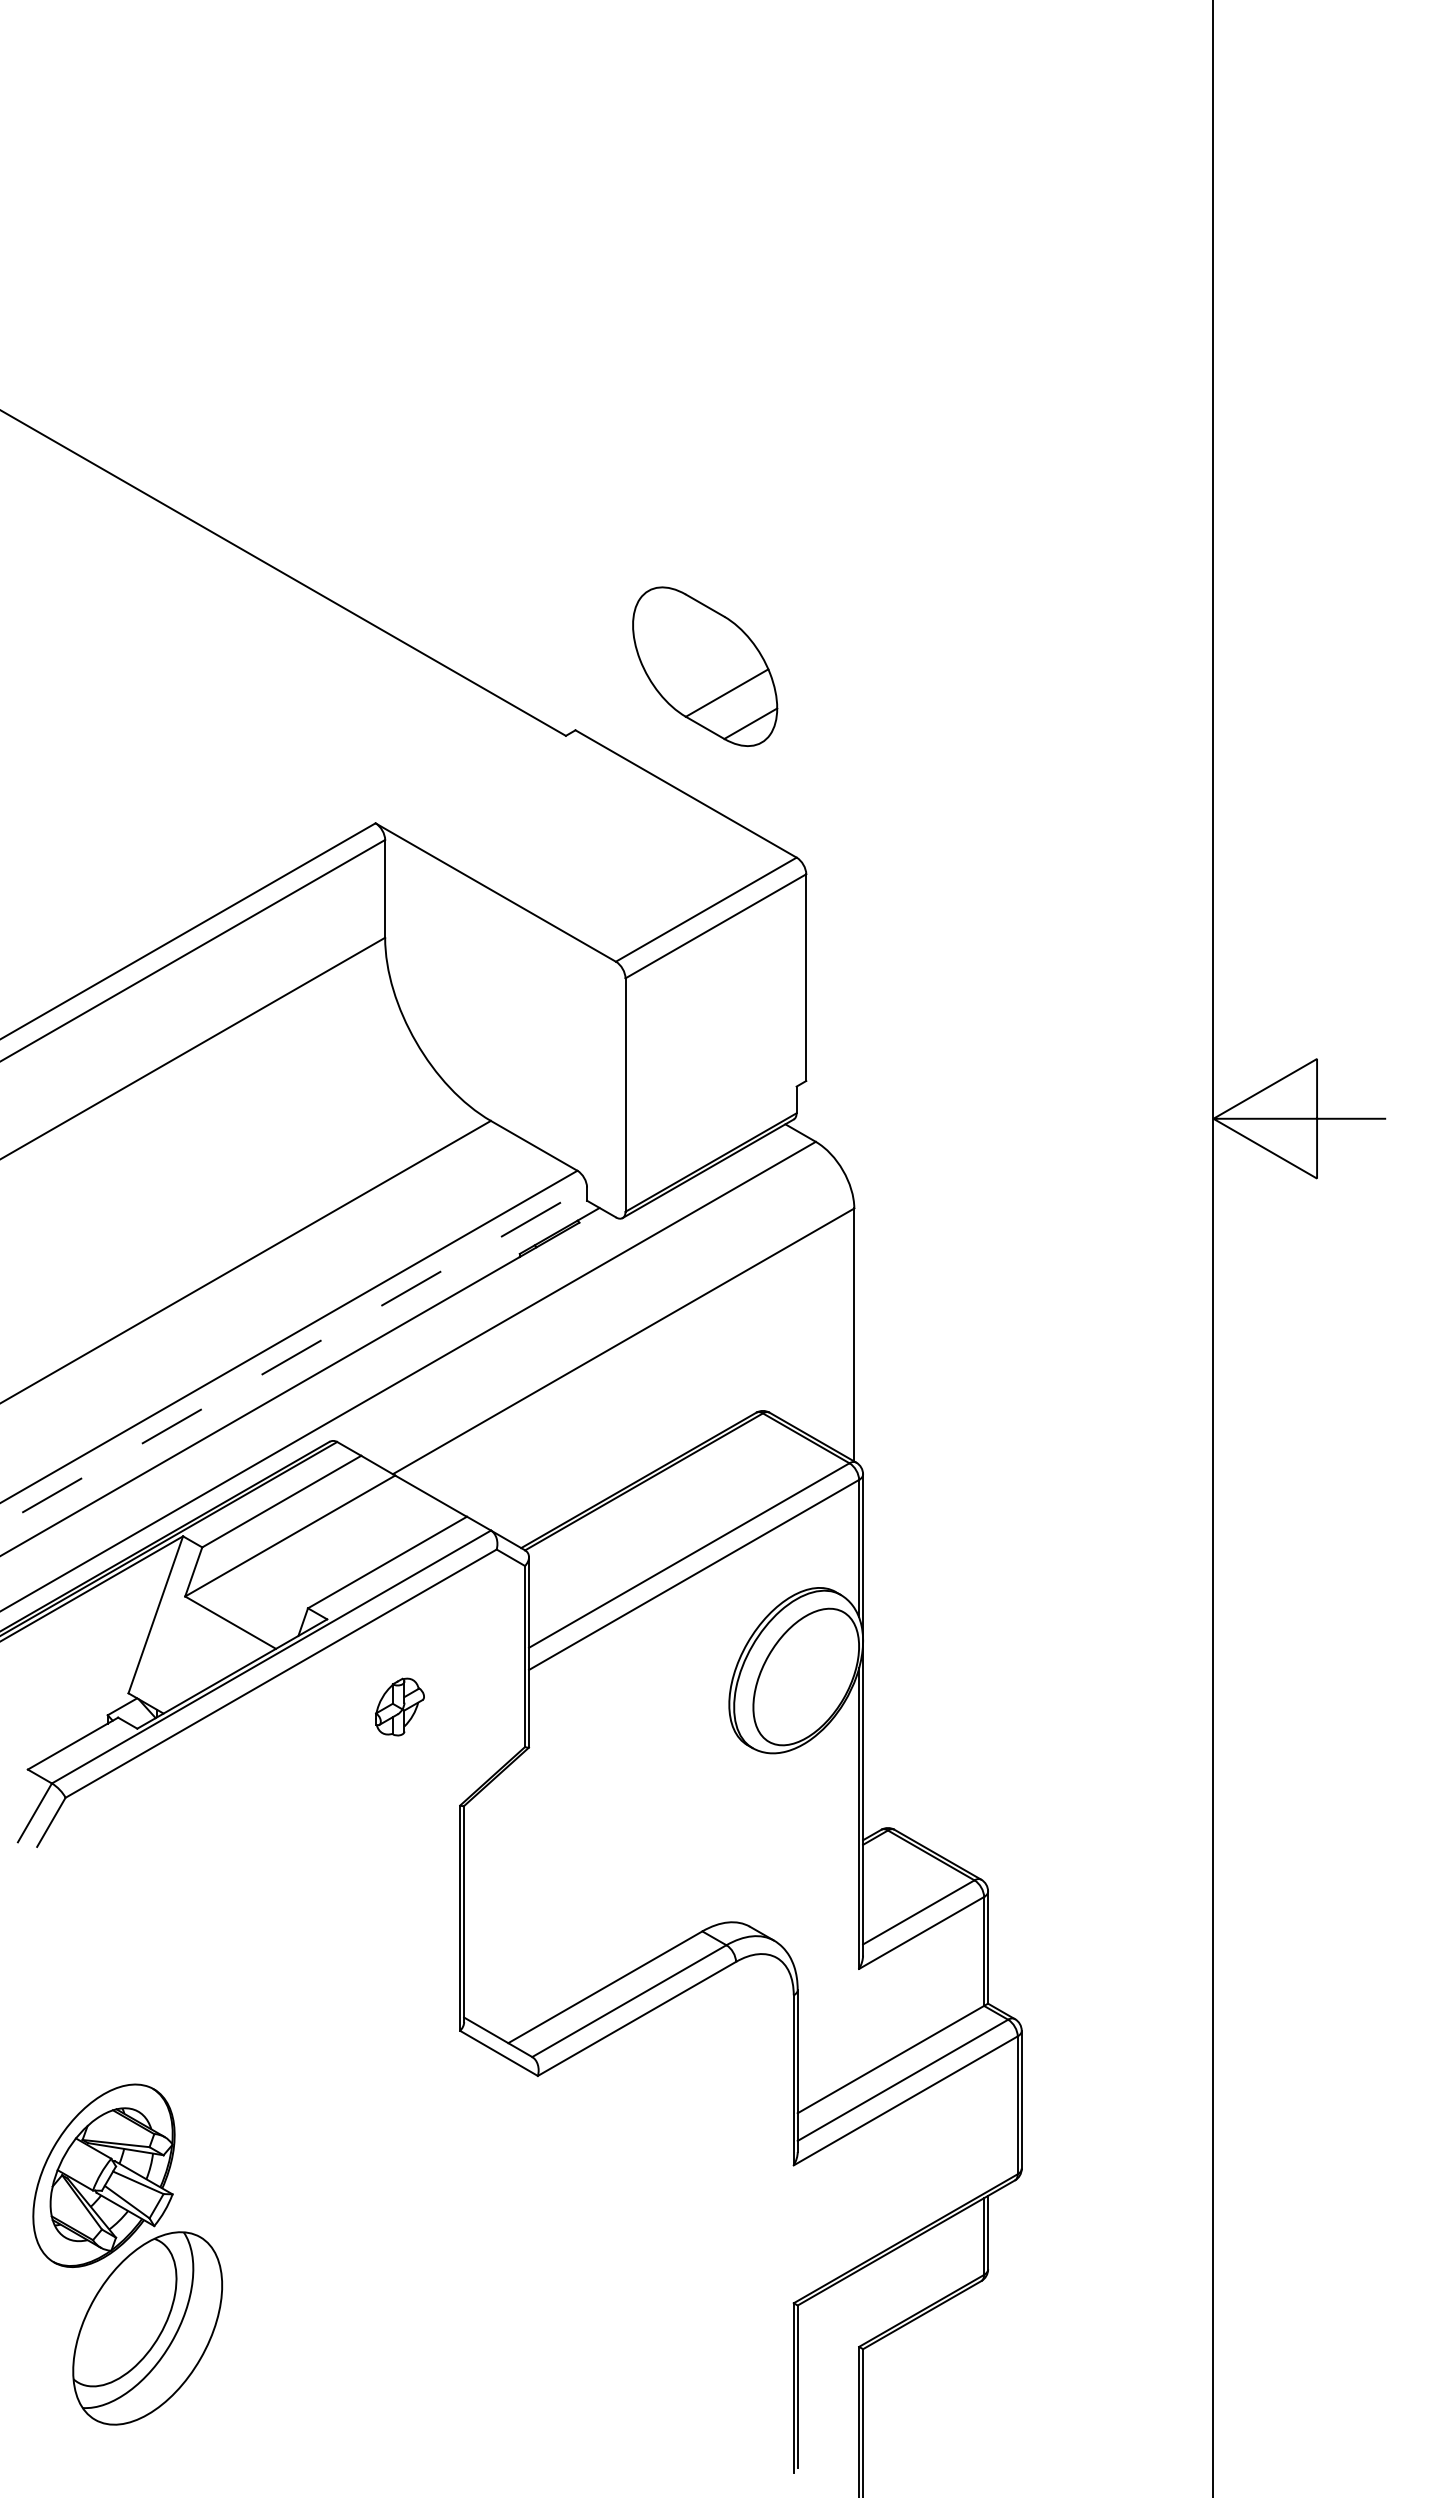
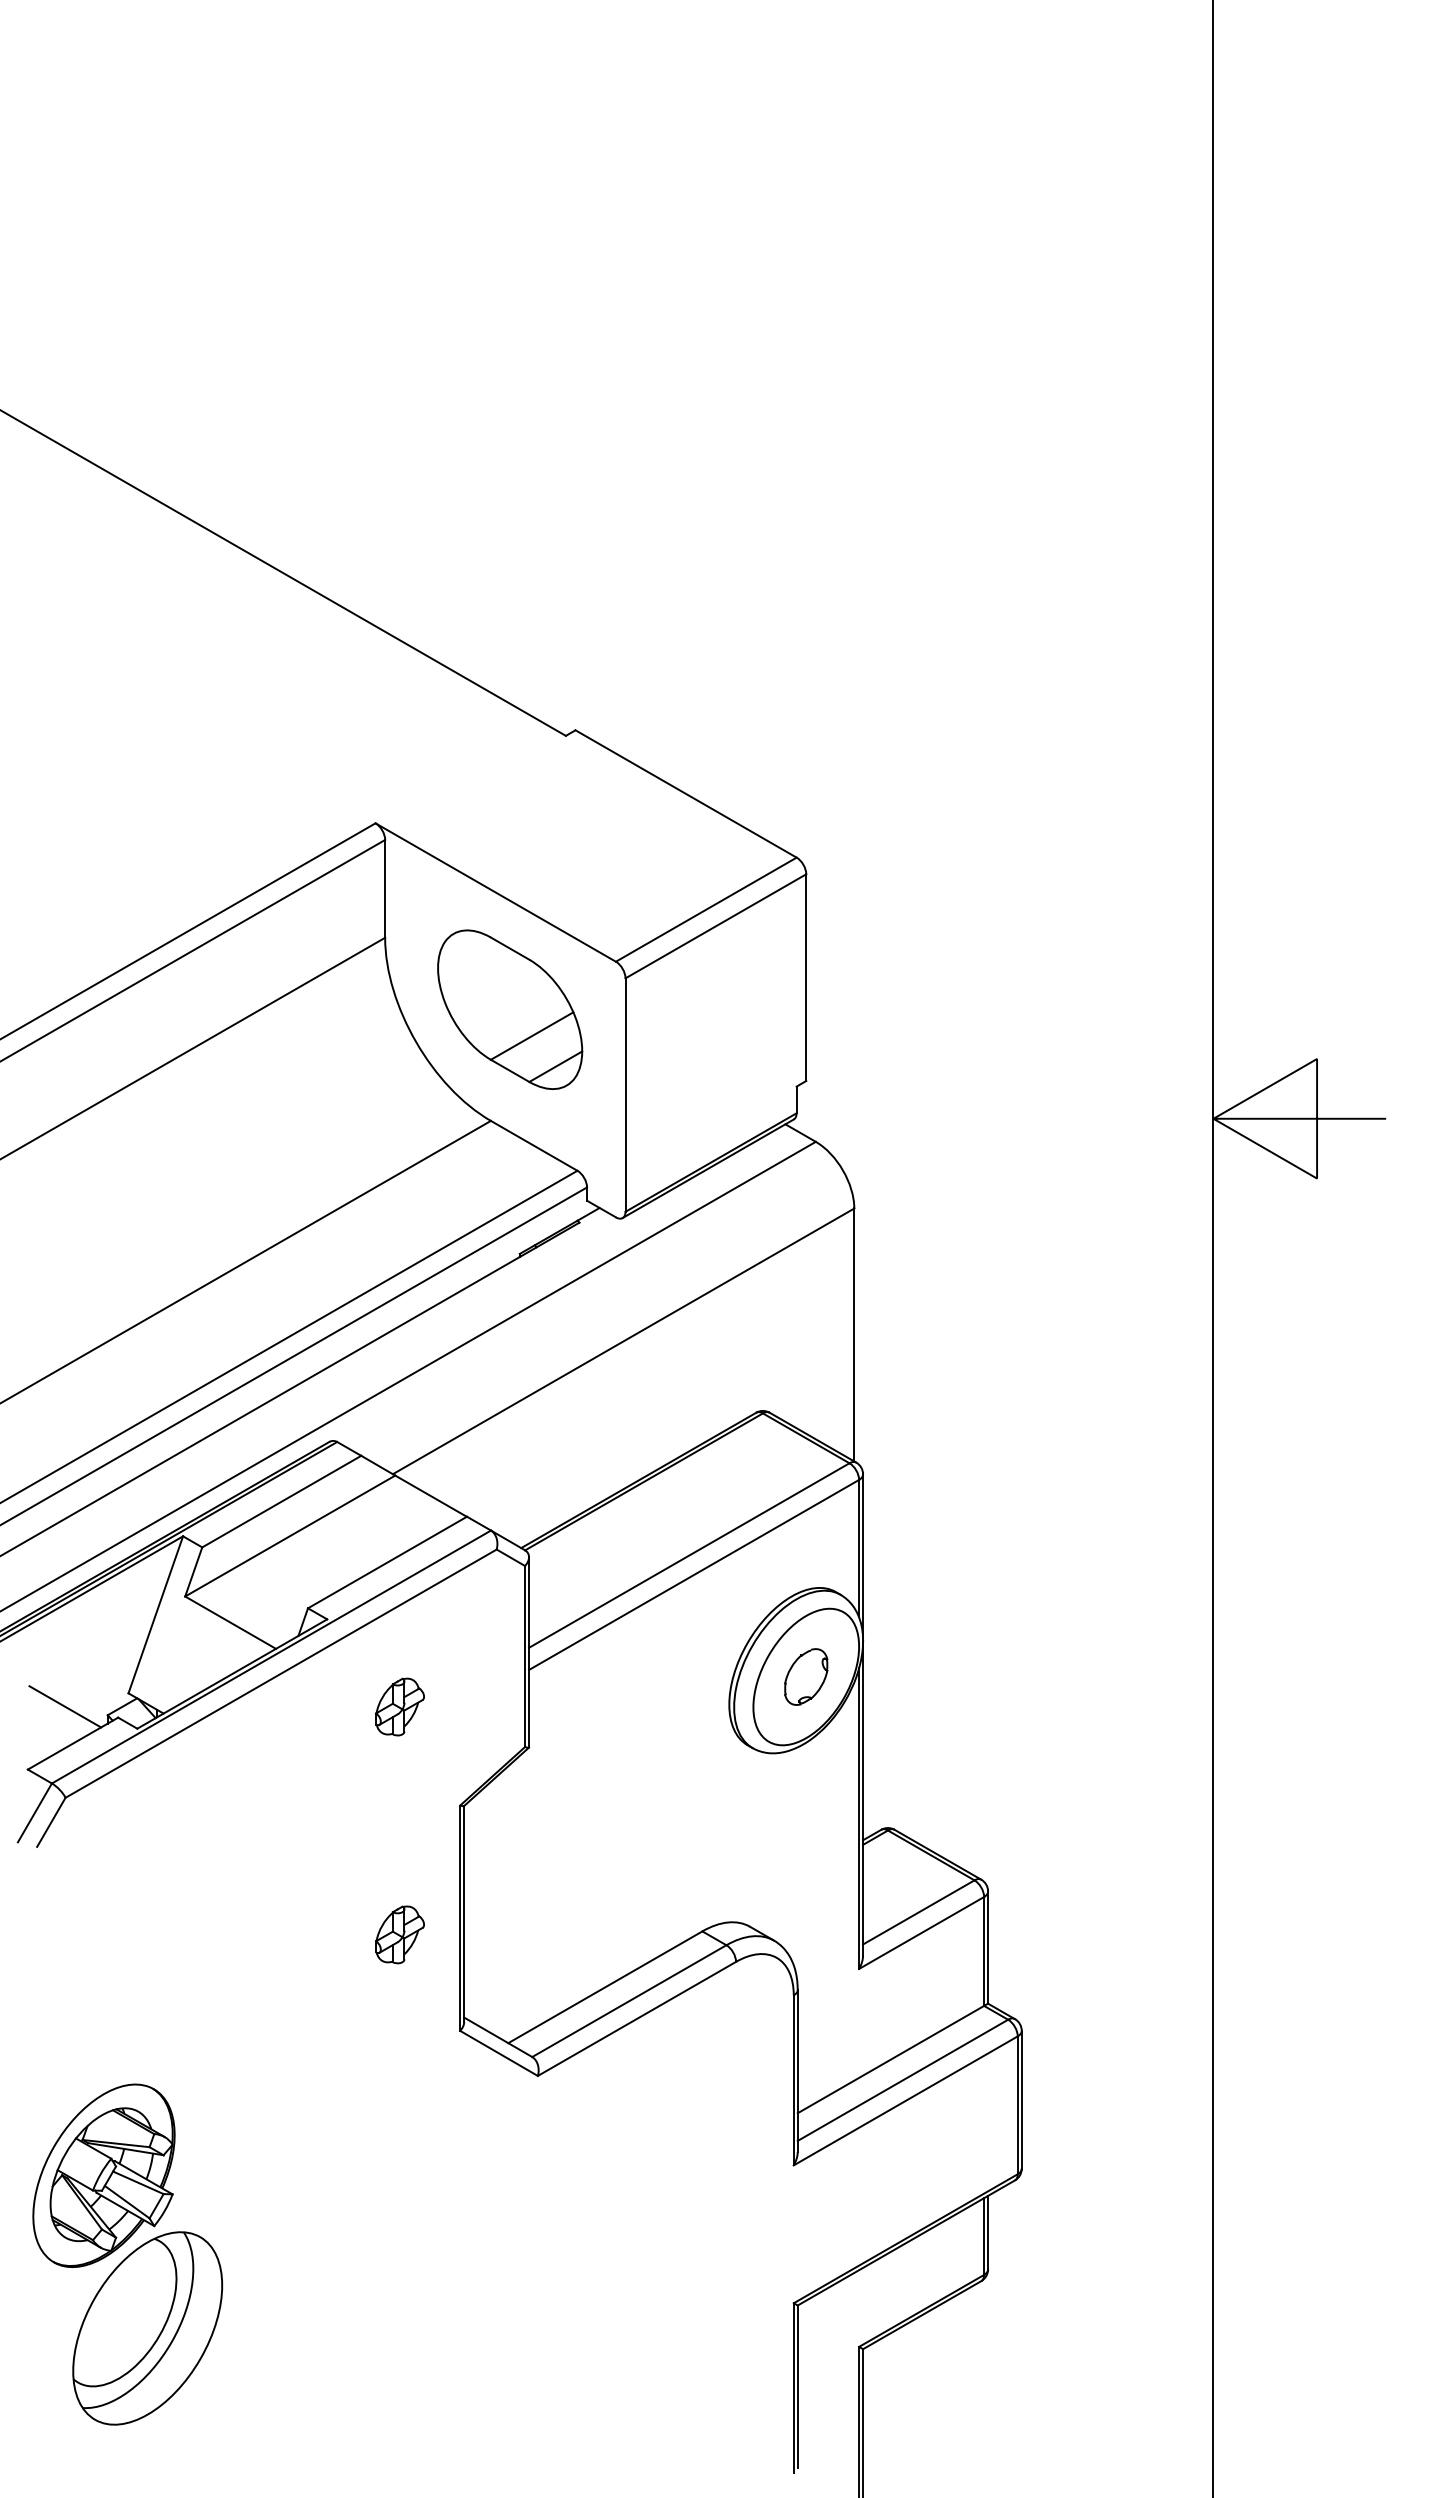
part at (705, 666) position: (705, 666) -> (510, 1009)
line at (294, 1356): dashed -> solid
part at (806, 1676): none -> present
line at (65, 1706): none -> present
part at (399, 1934): none -> present
